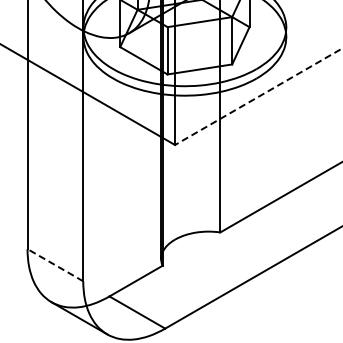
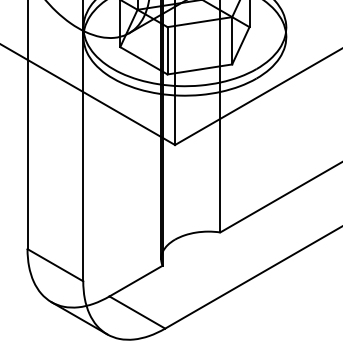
line at (258, 96): dashed -> solid
line at (54, 264): dashed -> solid
